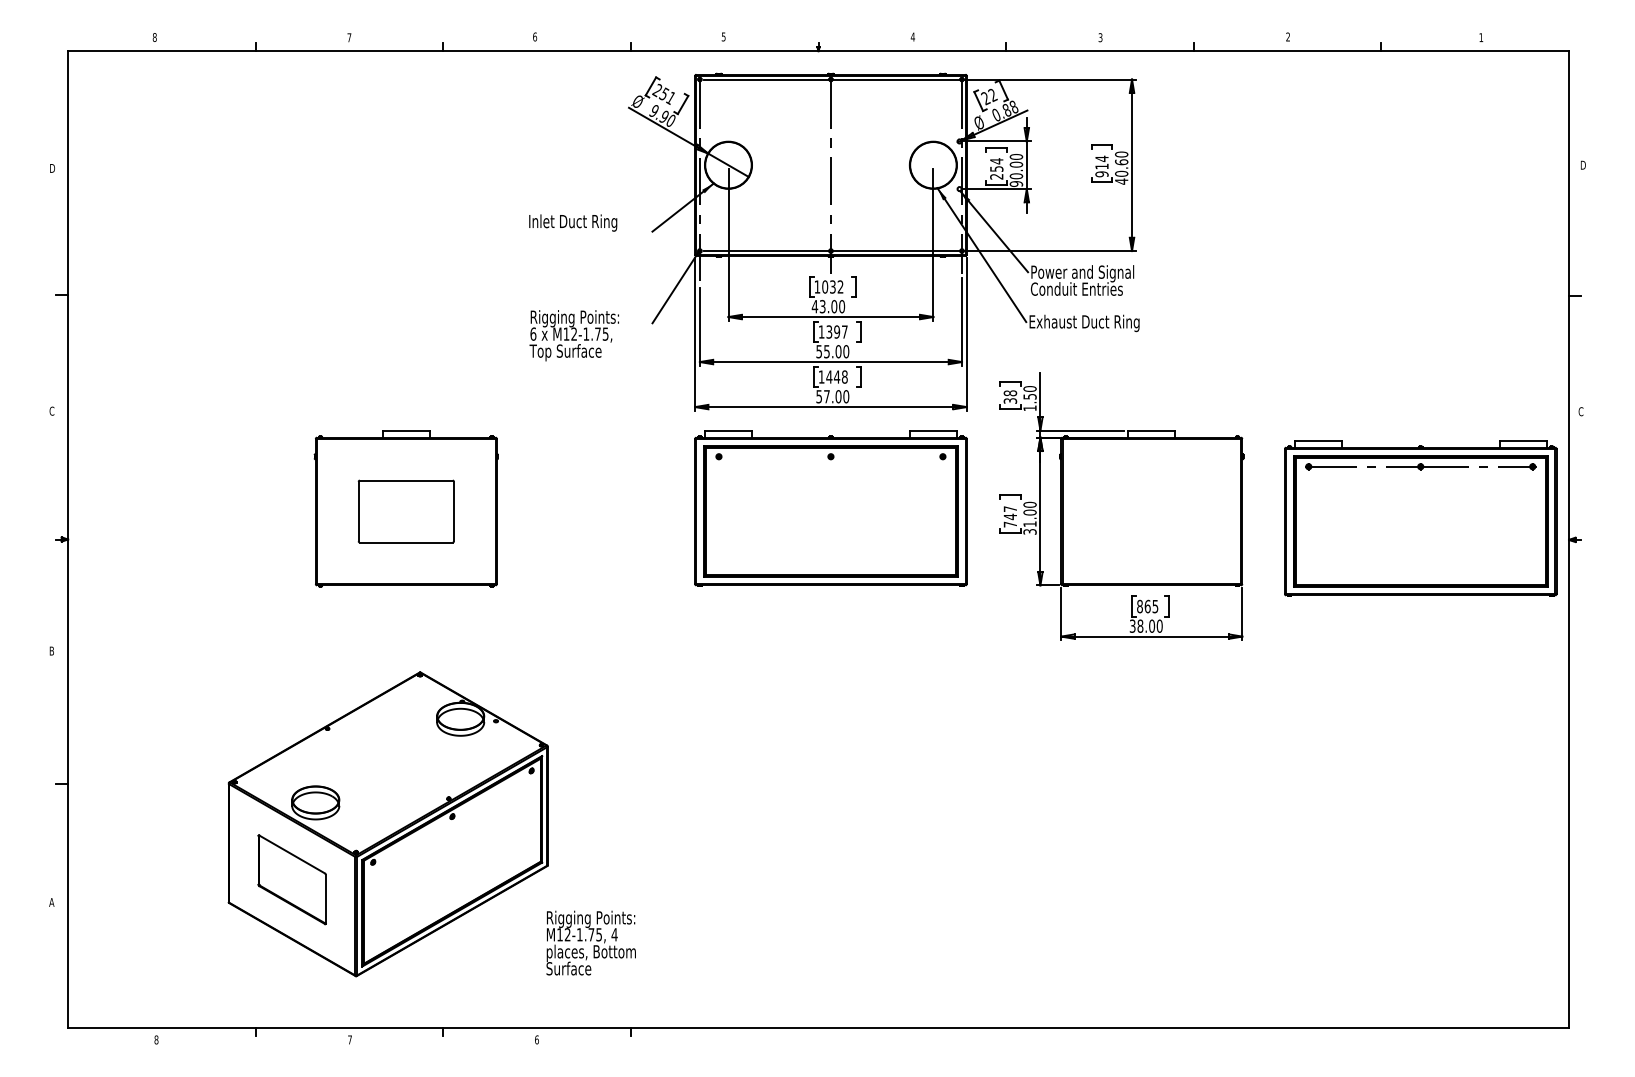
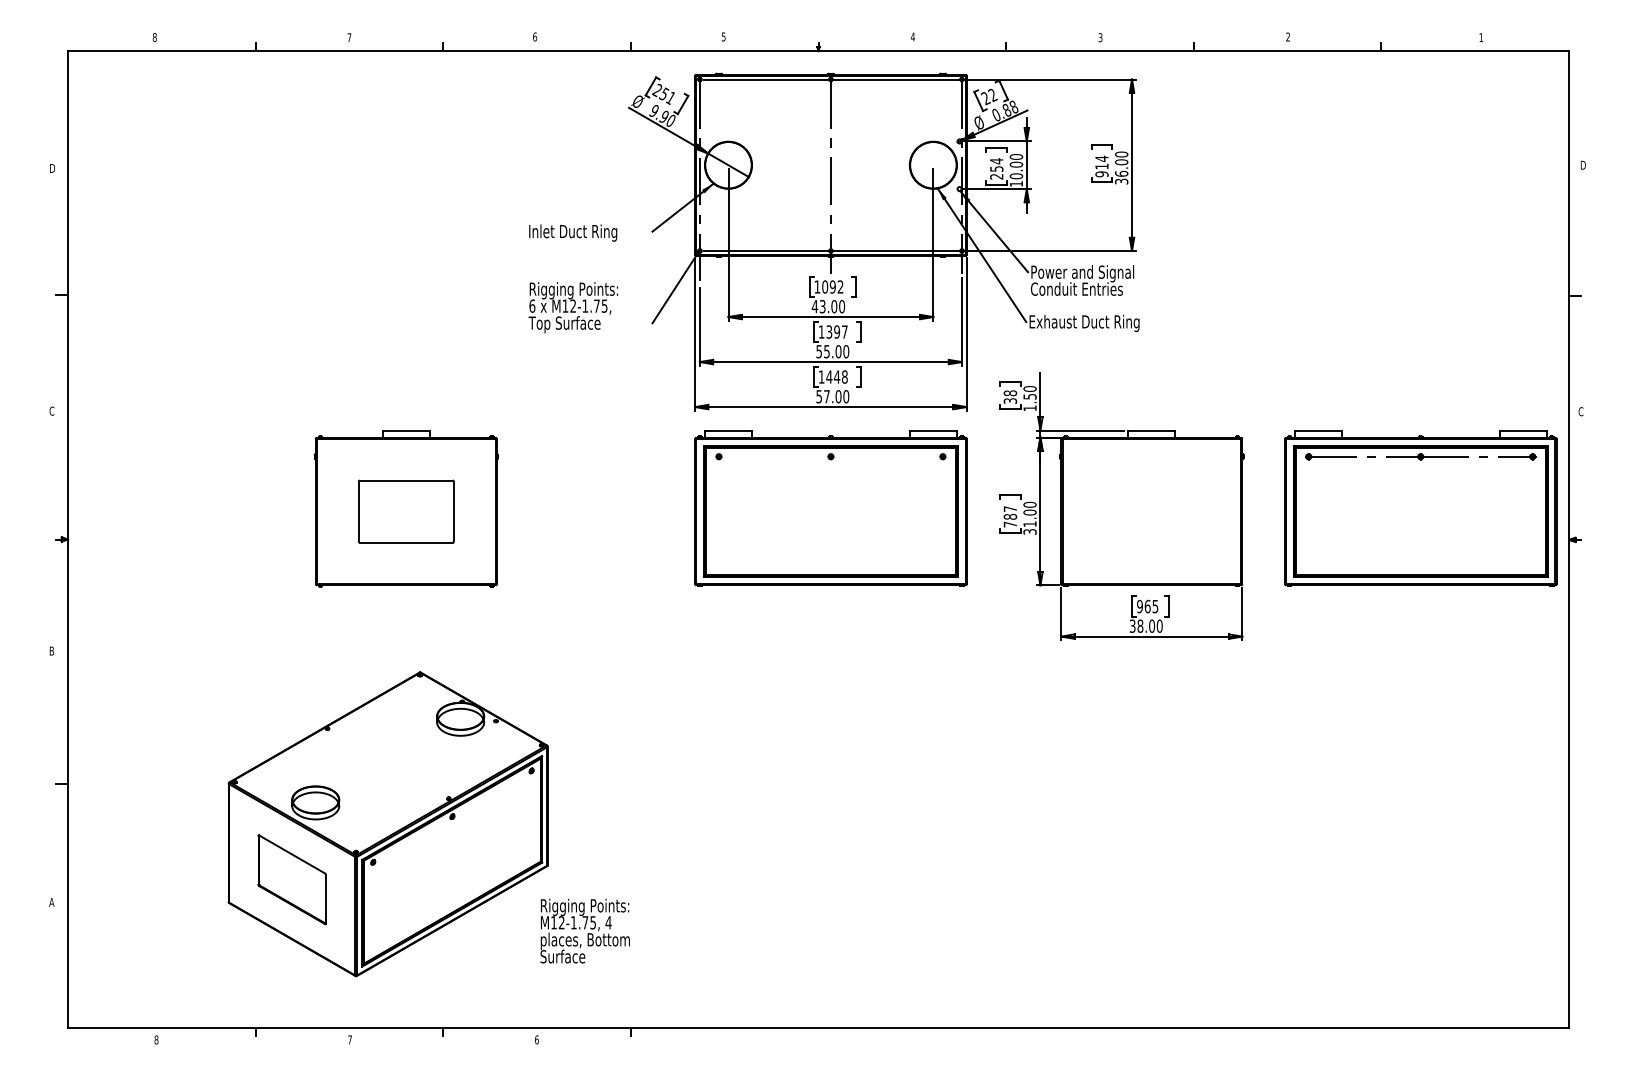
text at (1121, 171): 40.60 -> 36.00
text at (1016, 183): 90.00 -> 10.00
text at (573, 222) position: (573, 222) -> (573, 232)
text at (832, 286): 1032 -> 1092
text at (573, 335) position: (573, 335) -> (572, 307)
text at (1010, 516): 747 -> 787
part at (1420, 518) position: (1420, 518) -> (1420, 508)
text at (1139, 606): 865 -> 965
text at (590, 942) position: (590, 942) -> (584, 930)
